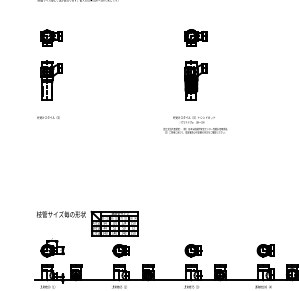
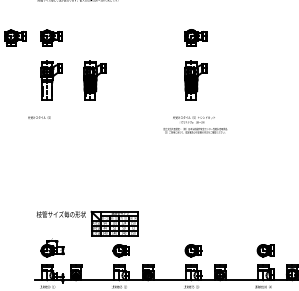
part at (15, 37): none -> present
part at (94, 80): none -> present
text at (48, 117) position: (48, 117) -> (39, 117)
